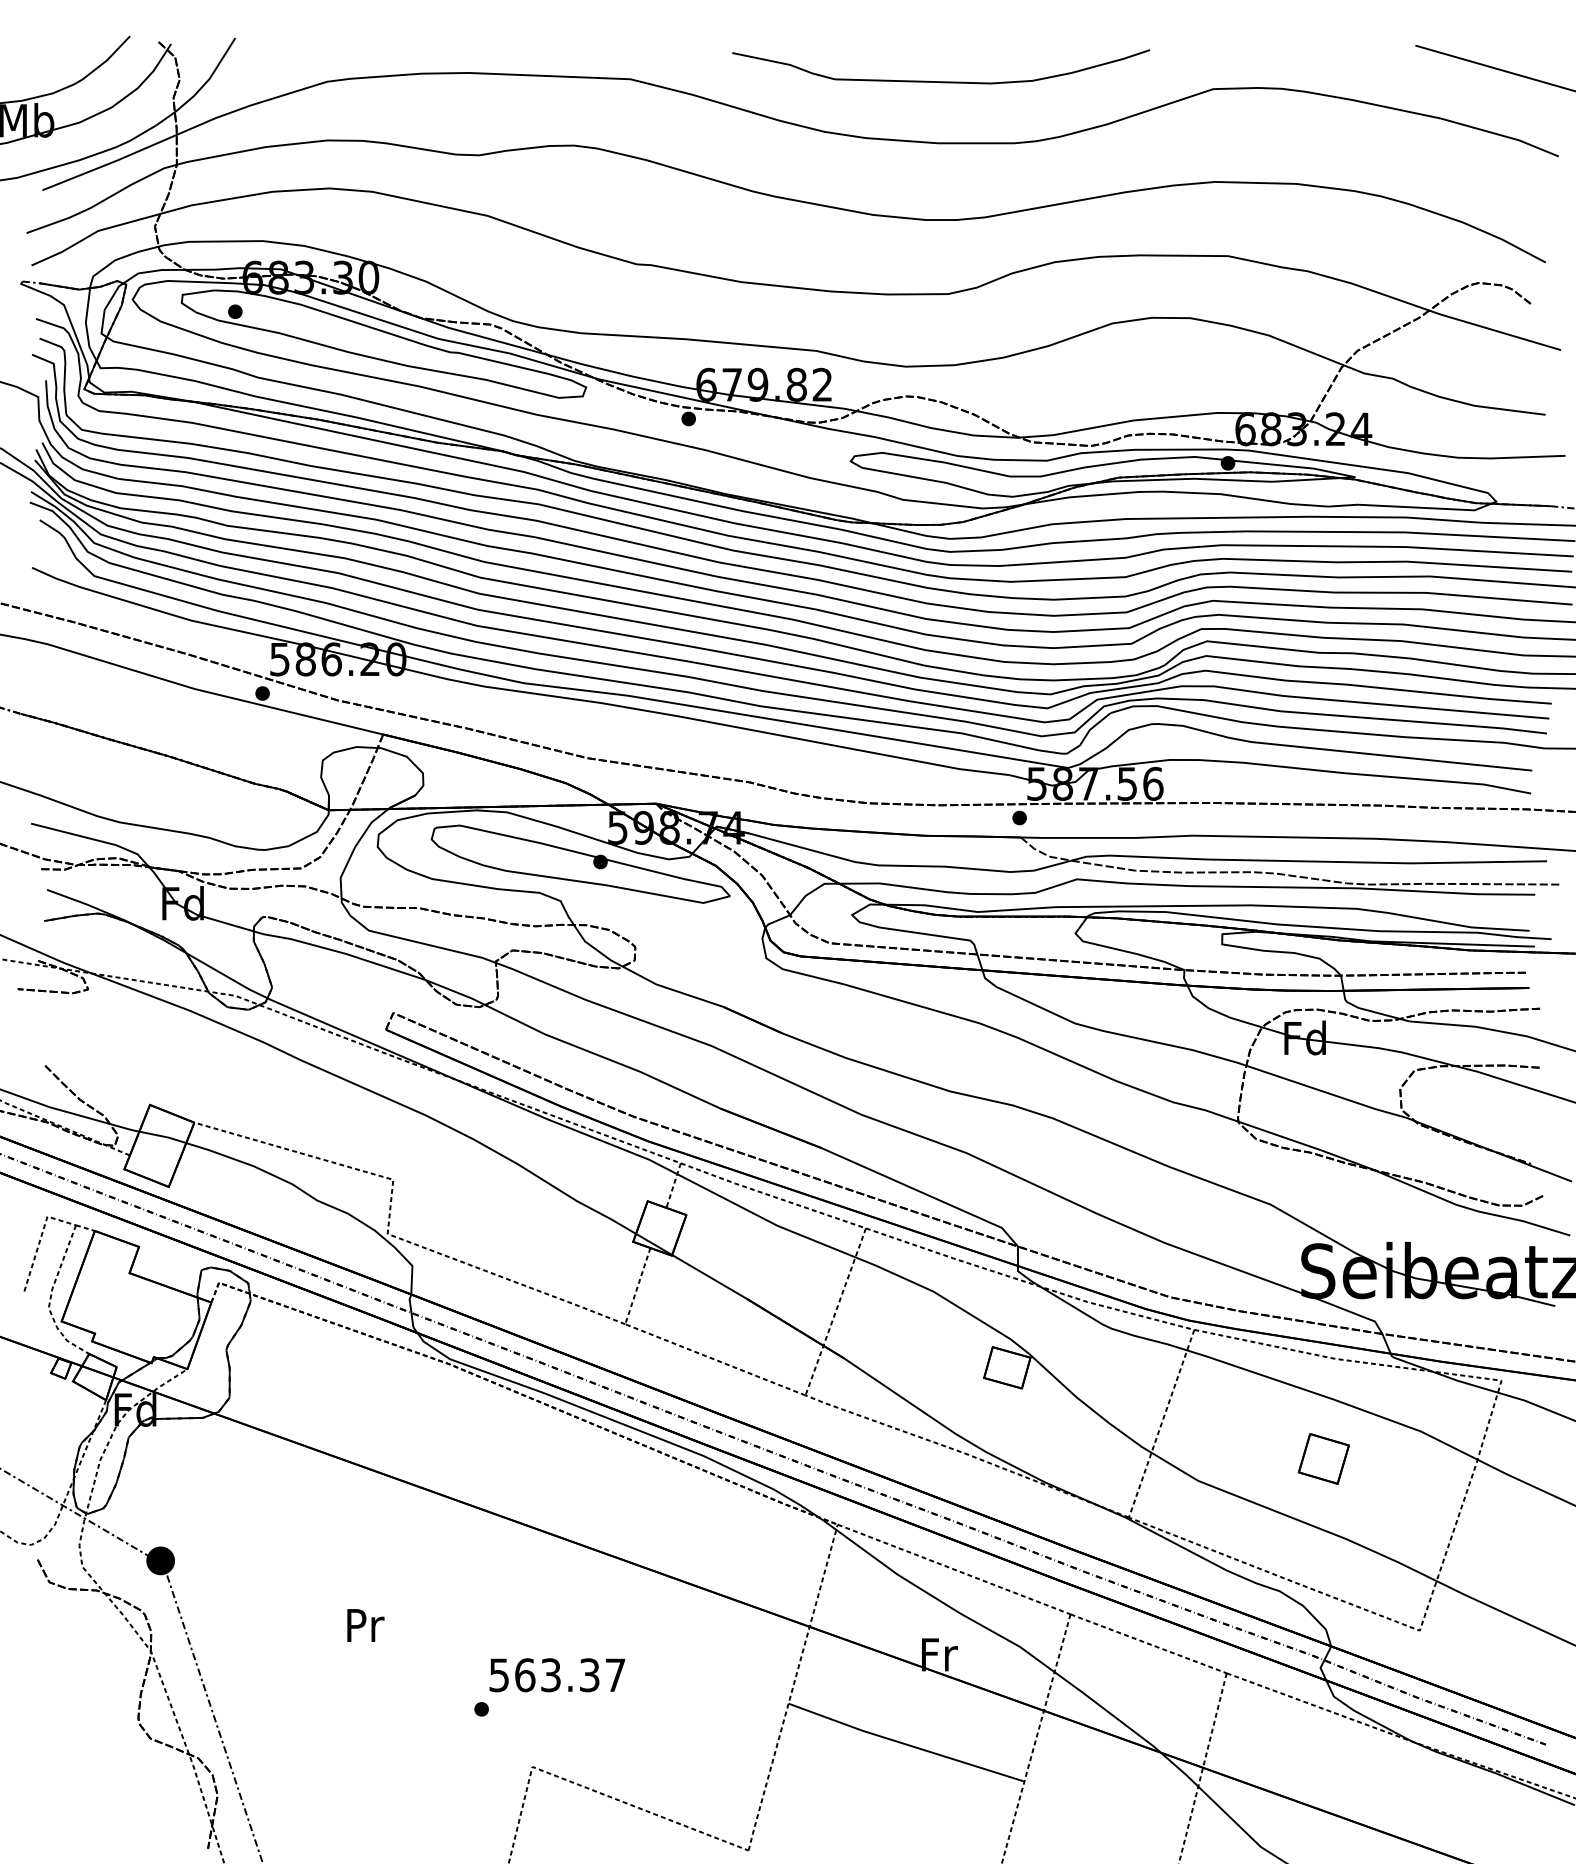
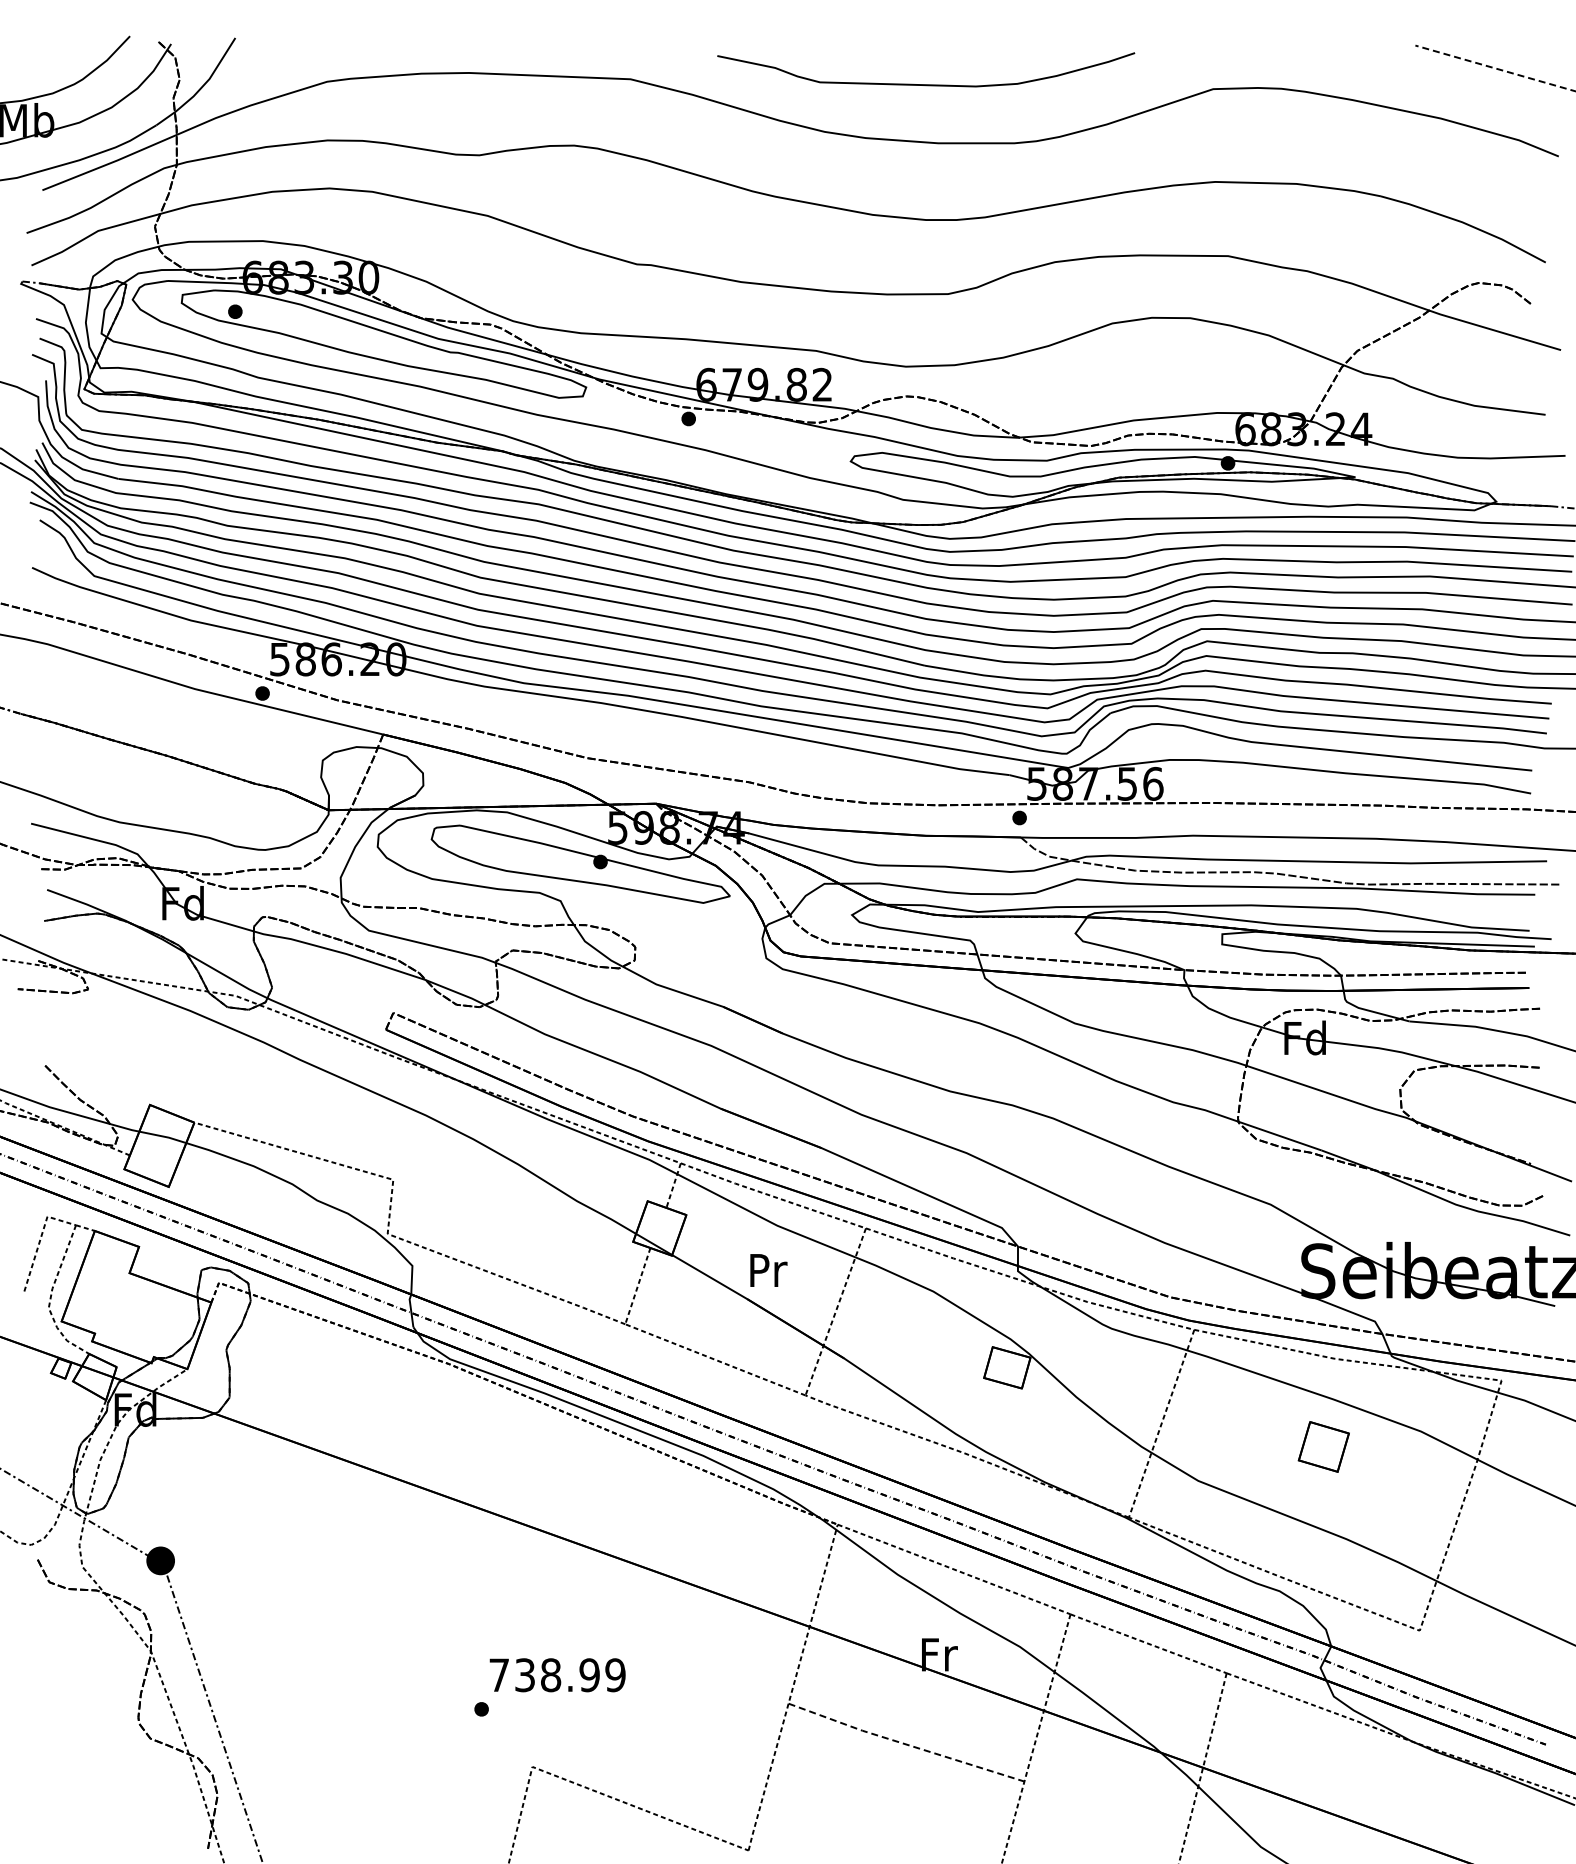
line at (1494, 68): solid -> dashed
curve at (941, 81) position: (941, 81) -> (926, 84)
part at (1323, 1458) position: (1323, 1458) -> (1323, 1446)
text at (365, 1625) position: (365, 1625) -> (768, 1270)
text at (557, 1675): 563.37 -> 738.99
line at (905, 1744): solid -> dashed
